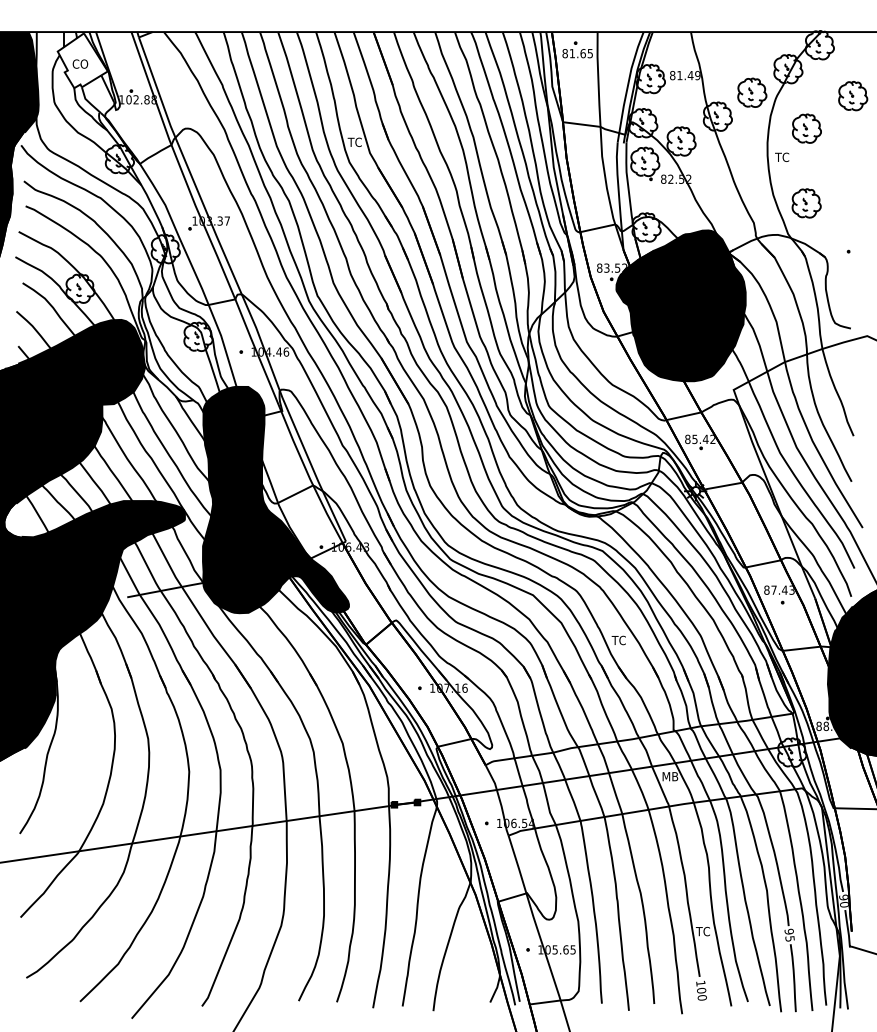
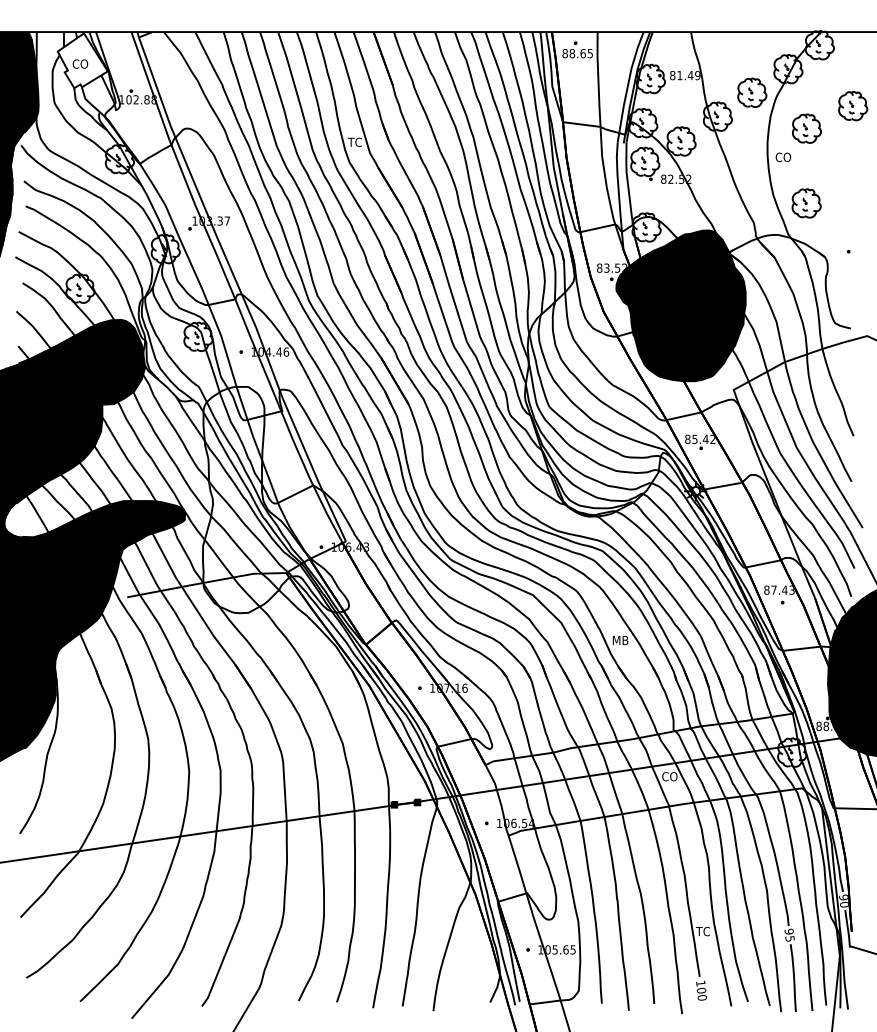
text at (572, 53): 81.65 -> 88.65
part at (853, 96) position: (853, 96) -> (853, 106)
text at (783, 157): TC -> CO
fill at (275, 499): present -> none
text at (619, 640): TC -> MB
text at (670, 776): MB -> CO
